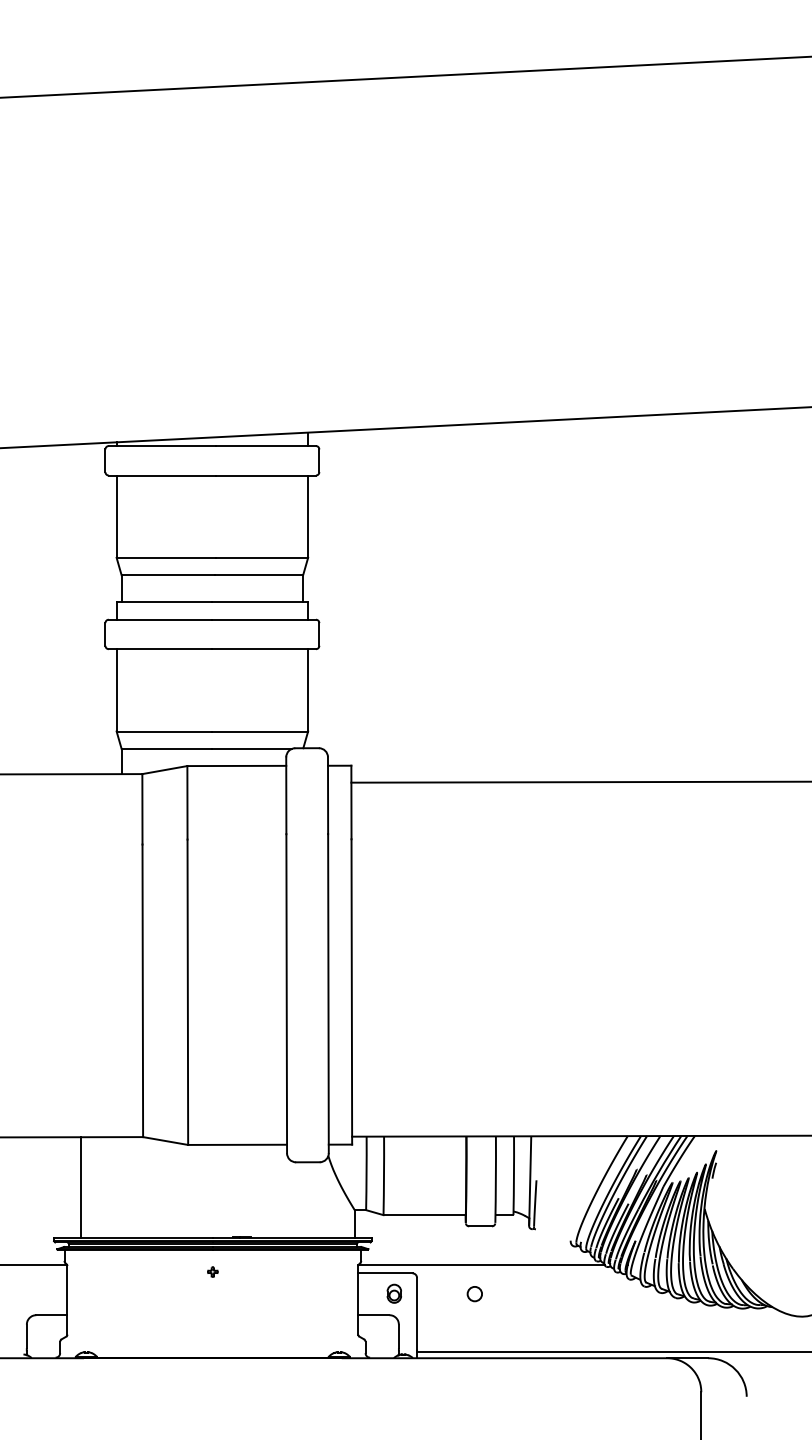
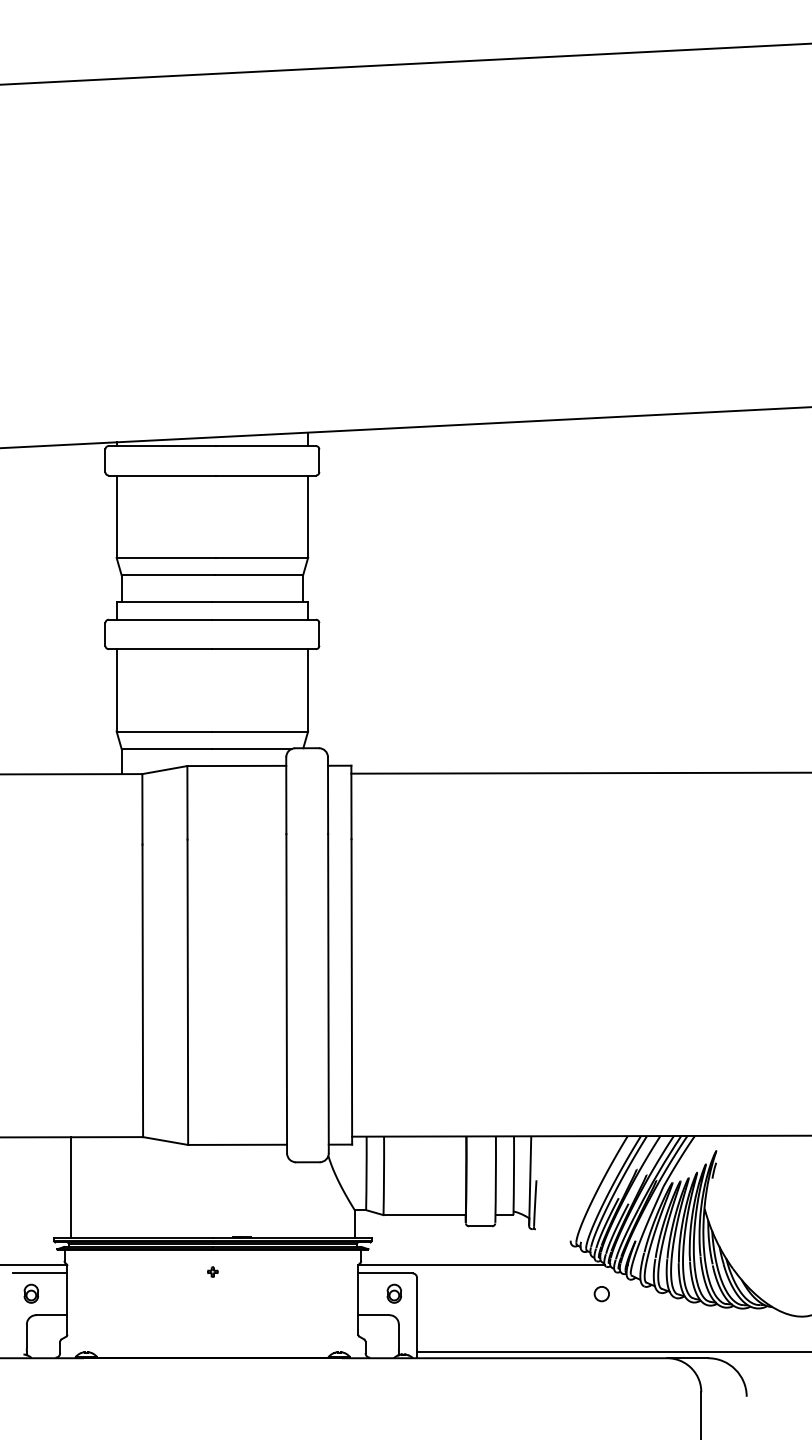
line at (405, 76) position: (405, 76) -> (405, 63)
line at (579, 781) position: (579, 781) -> (579, 772)
line at (81, 1187) position: (81, 1187) -> (71, 1187)
line at (40, 1273): none -> present
part at (30, 1293): none -> present
circle at (474, 1294) position: (474, 1294) -> (601, 1294)
